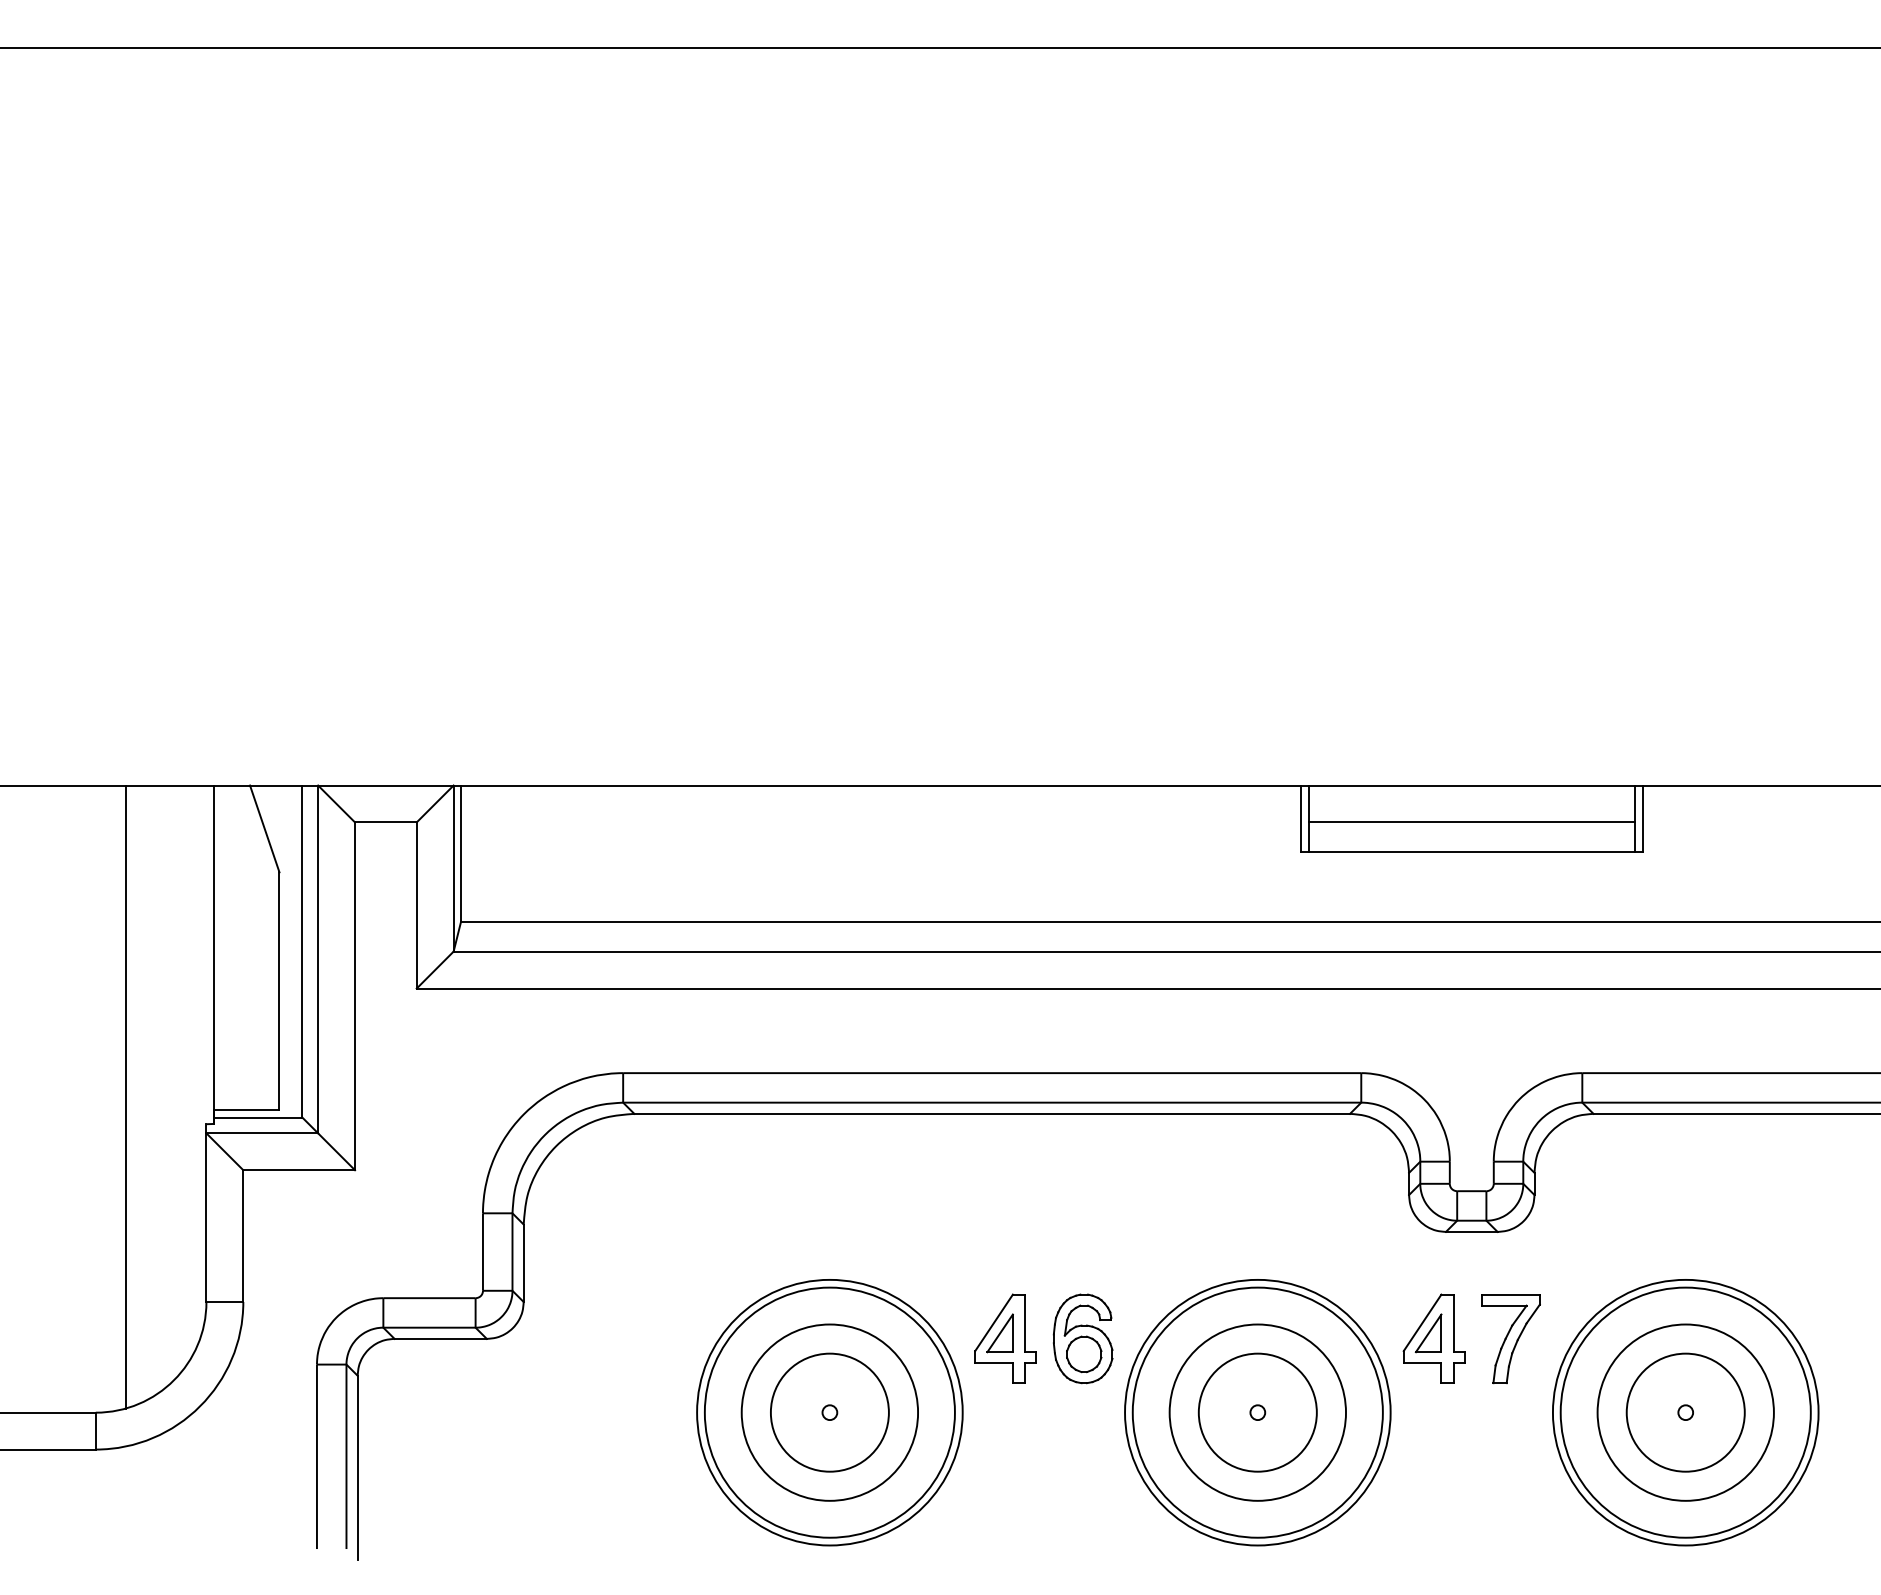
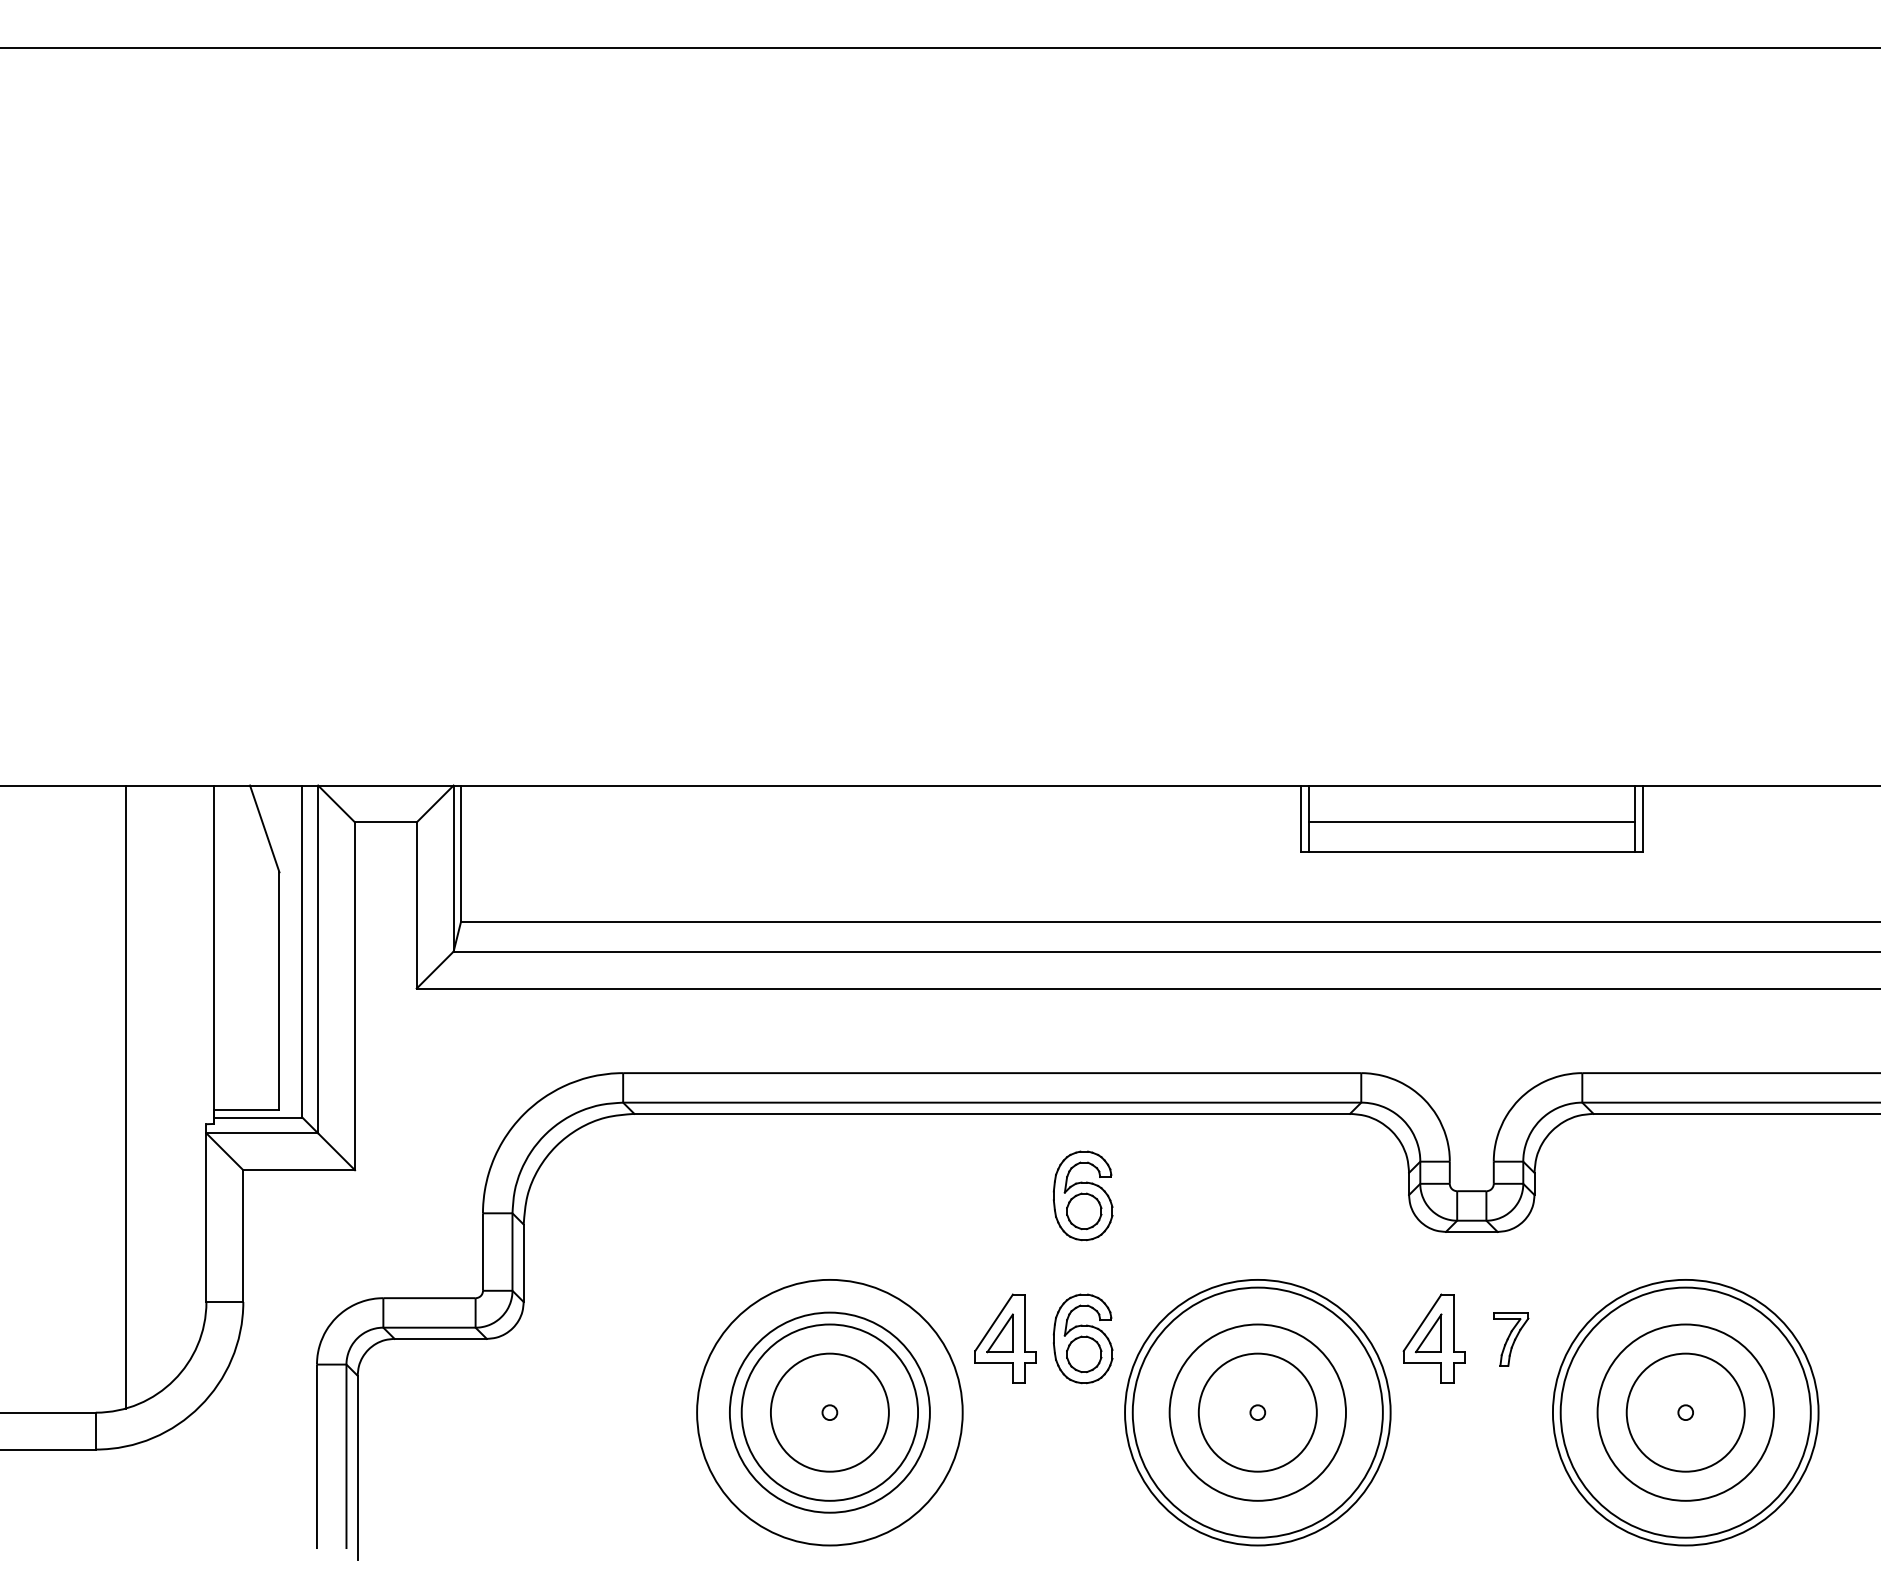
part at (1082, 1195): none -> present
part at (1510, 1339) size: 60x91 px -> 37x55 px
circle at (829, 1412) diameter: 250 px -> 200 px
